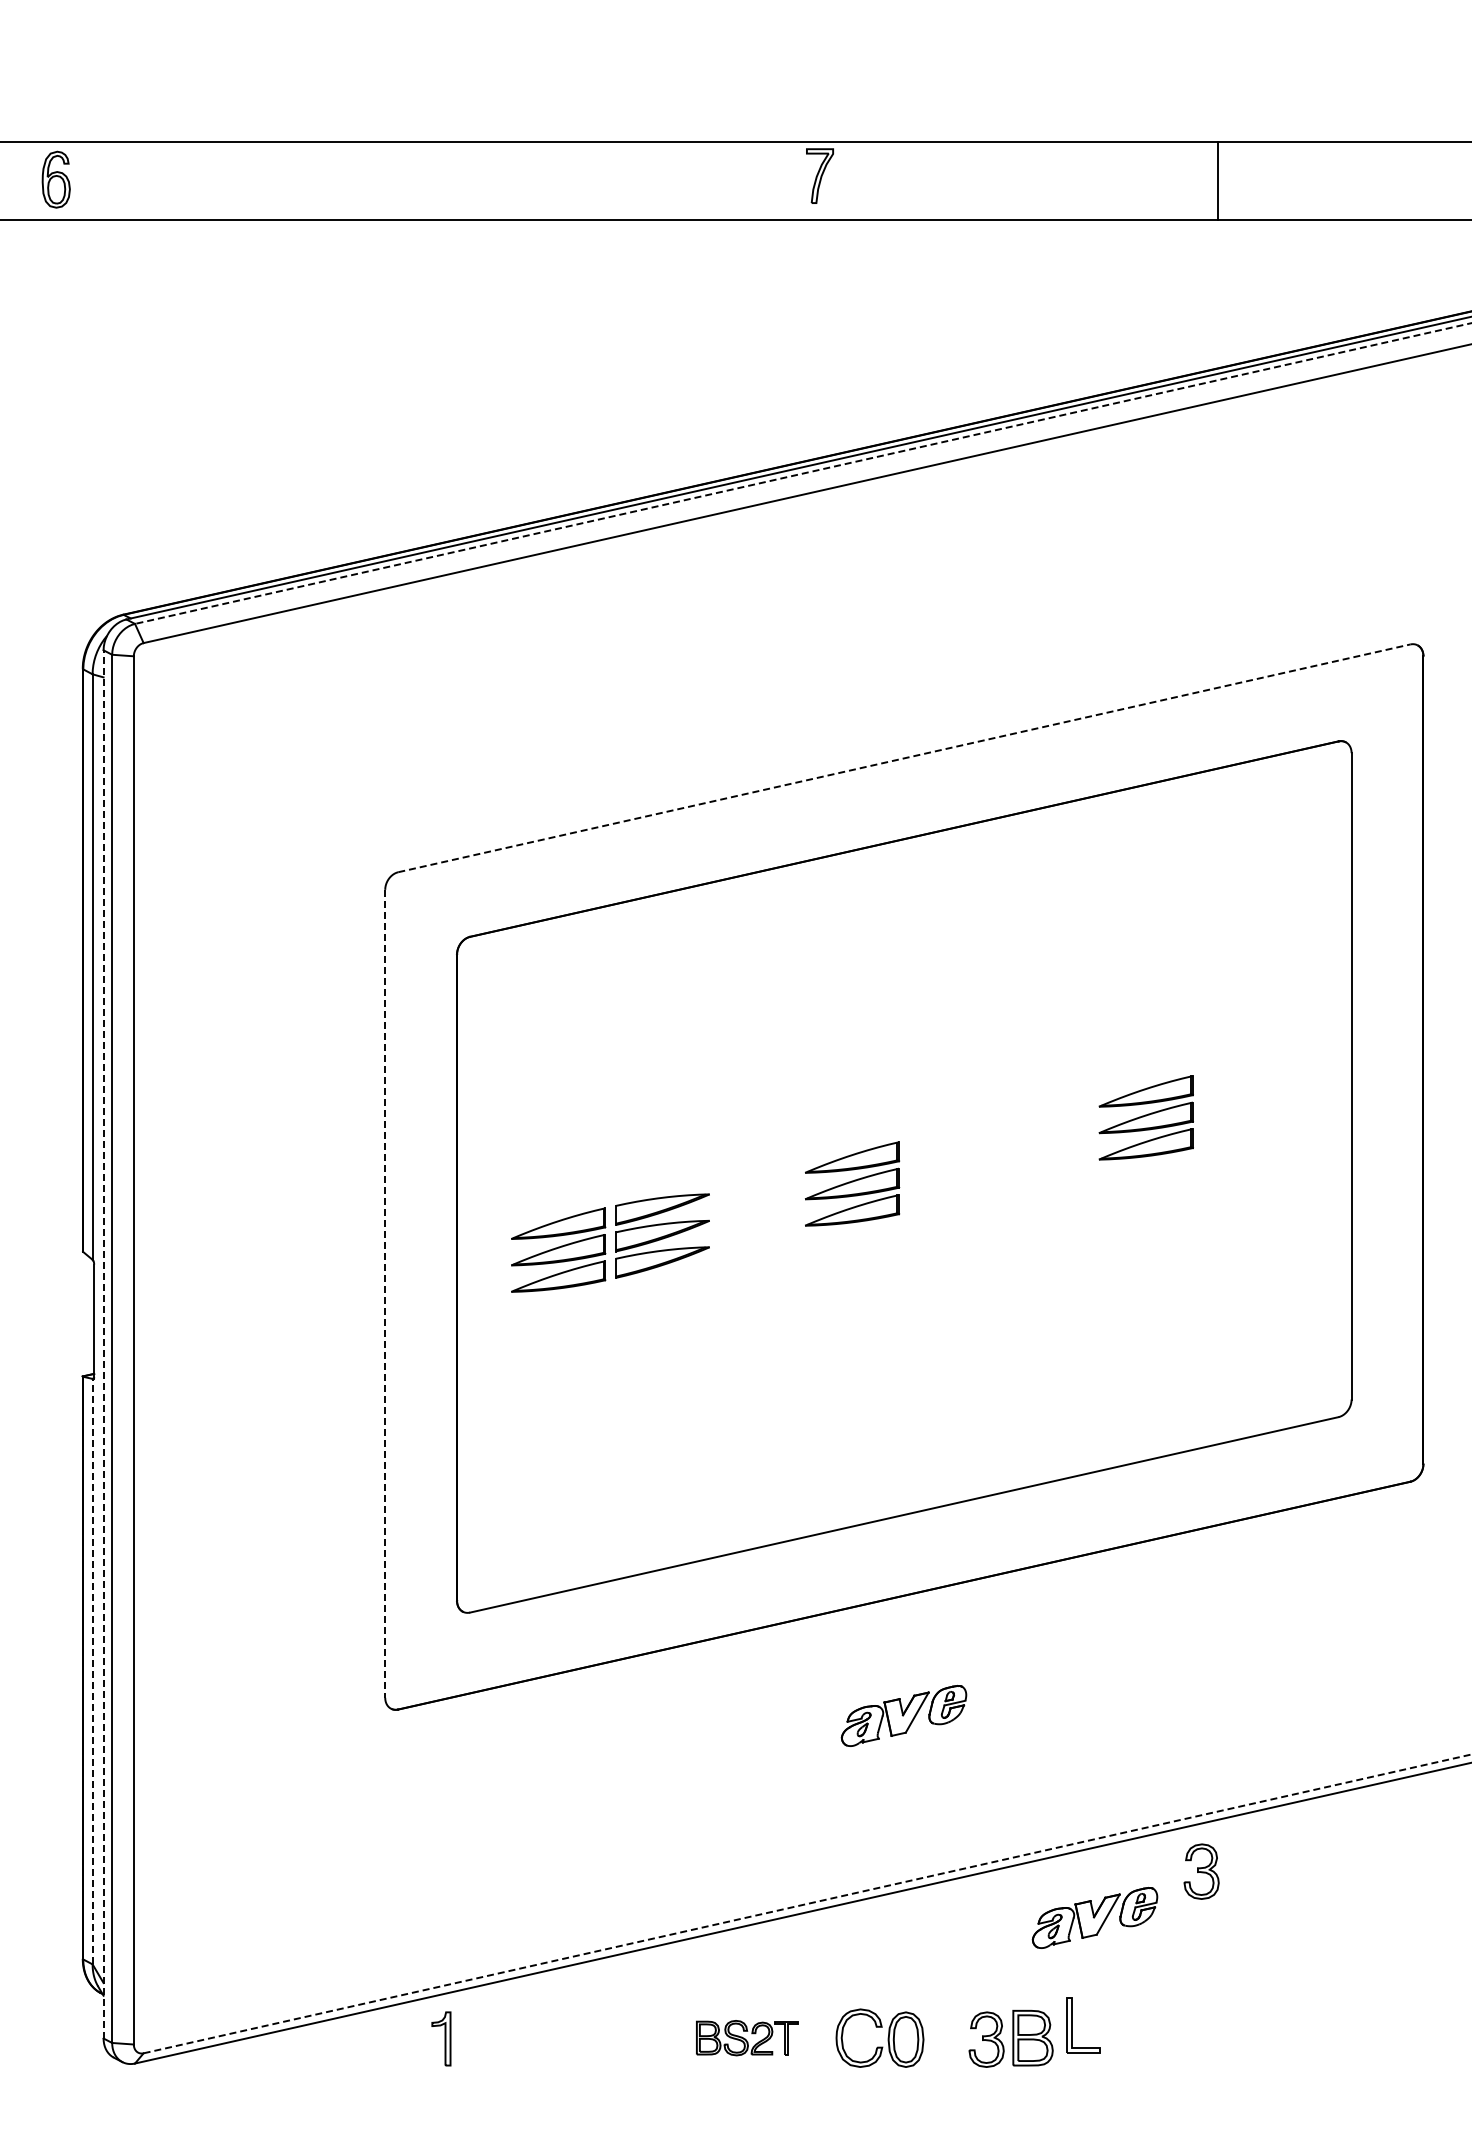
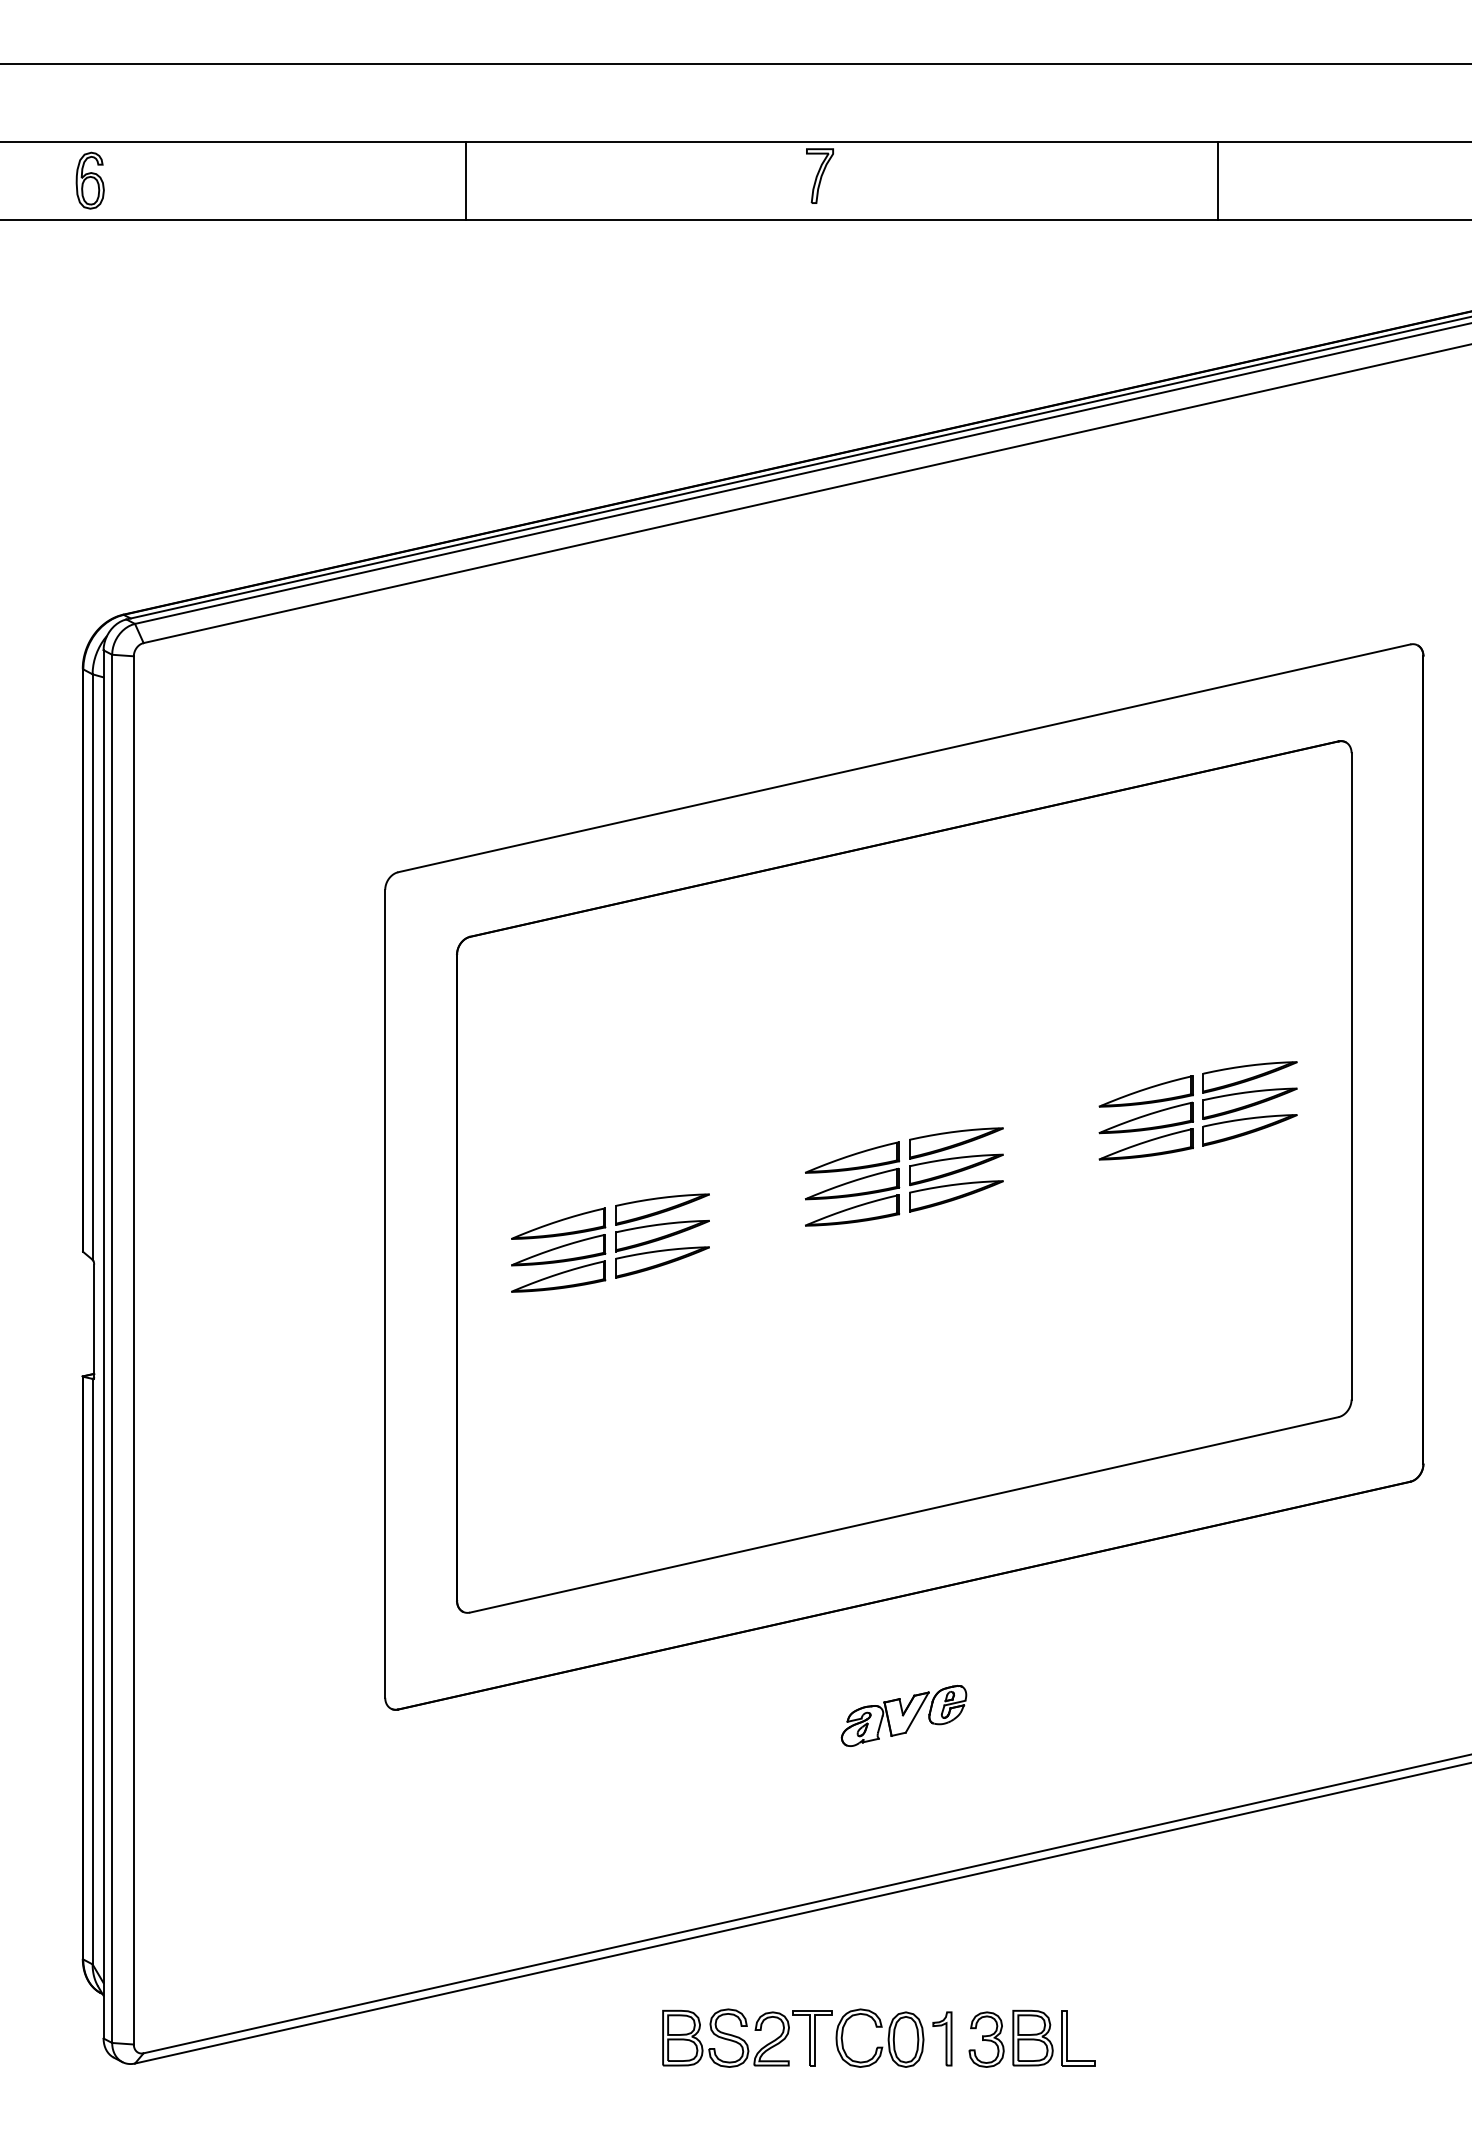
line at (735, 63): none -> present
part at (55, 179) position: (55, 179) -> (89, 180)
line at (466, 181): none -> present
line at (803, 473): dashed -> solid
line at (904, 758): dashed -> solid
part at (1249, 1103): none -> present
part at (956, 1169): none -> present
line at (385, 1293): dashed -> solid
line at (103, 1343): dashed -> solid
line at (92, 1671): dashed -> solid
part at (1201, 1871): present -> none
line at (807, 1903): dashed -> solid
part at (1094, 1917): present -> none
part at (1072, 2025) position: (1072, 2025) -> (1067, 2038)
part at (441, 2038) position: (441, 2038) -> (942, 2038)
part at (747, 2038) size: 103x37 px -> 171x60 px
